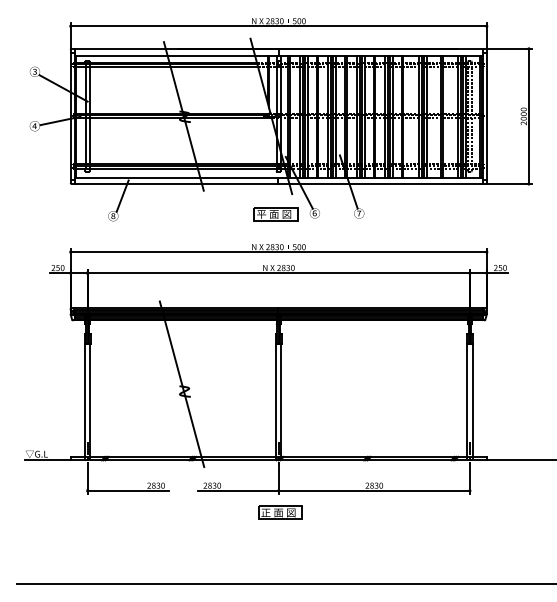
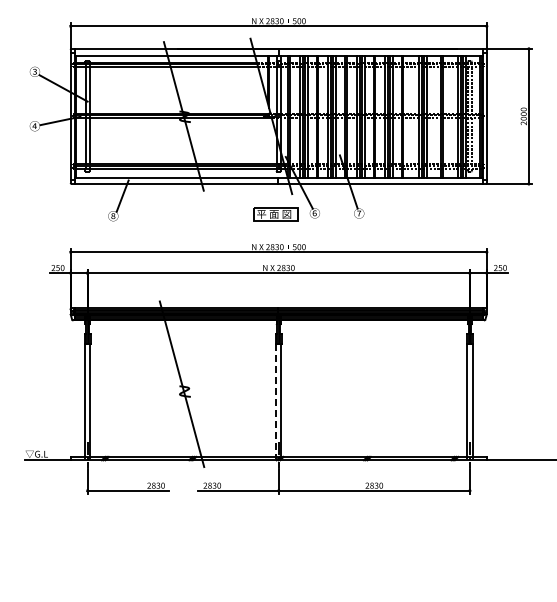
line at (276, 401): solid -> dashed
part at (280, 512): present -> none
line at (284, 583): present -> none
